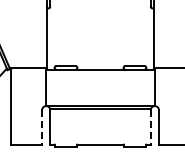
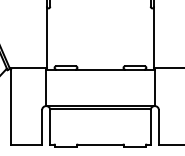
line at (42, 127): dashed -> solid
line at (150, 127): dashed -> solid
